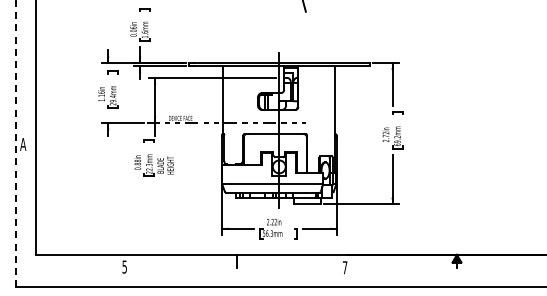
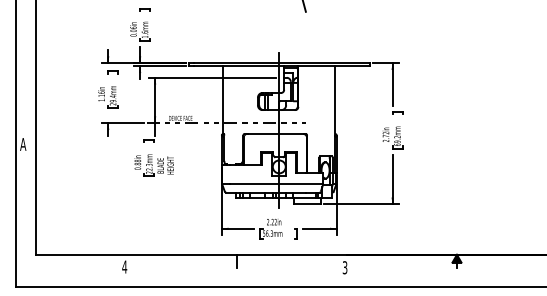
line at (16, 143): dashed -> solid
text at (124, 266): 5 -> 4
text at (344, 267): 7 -> 3
